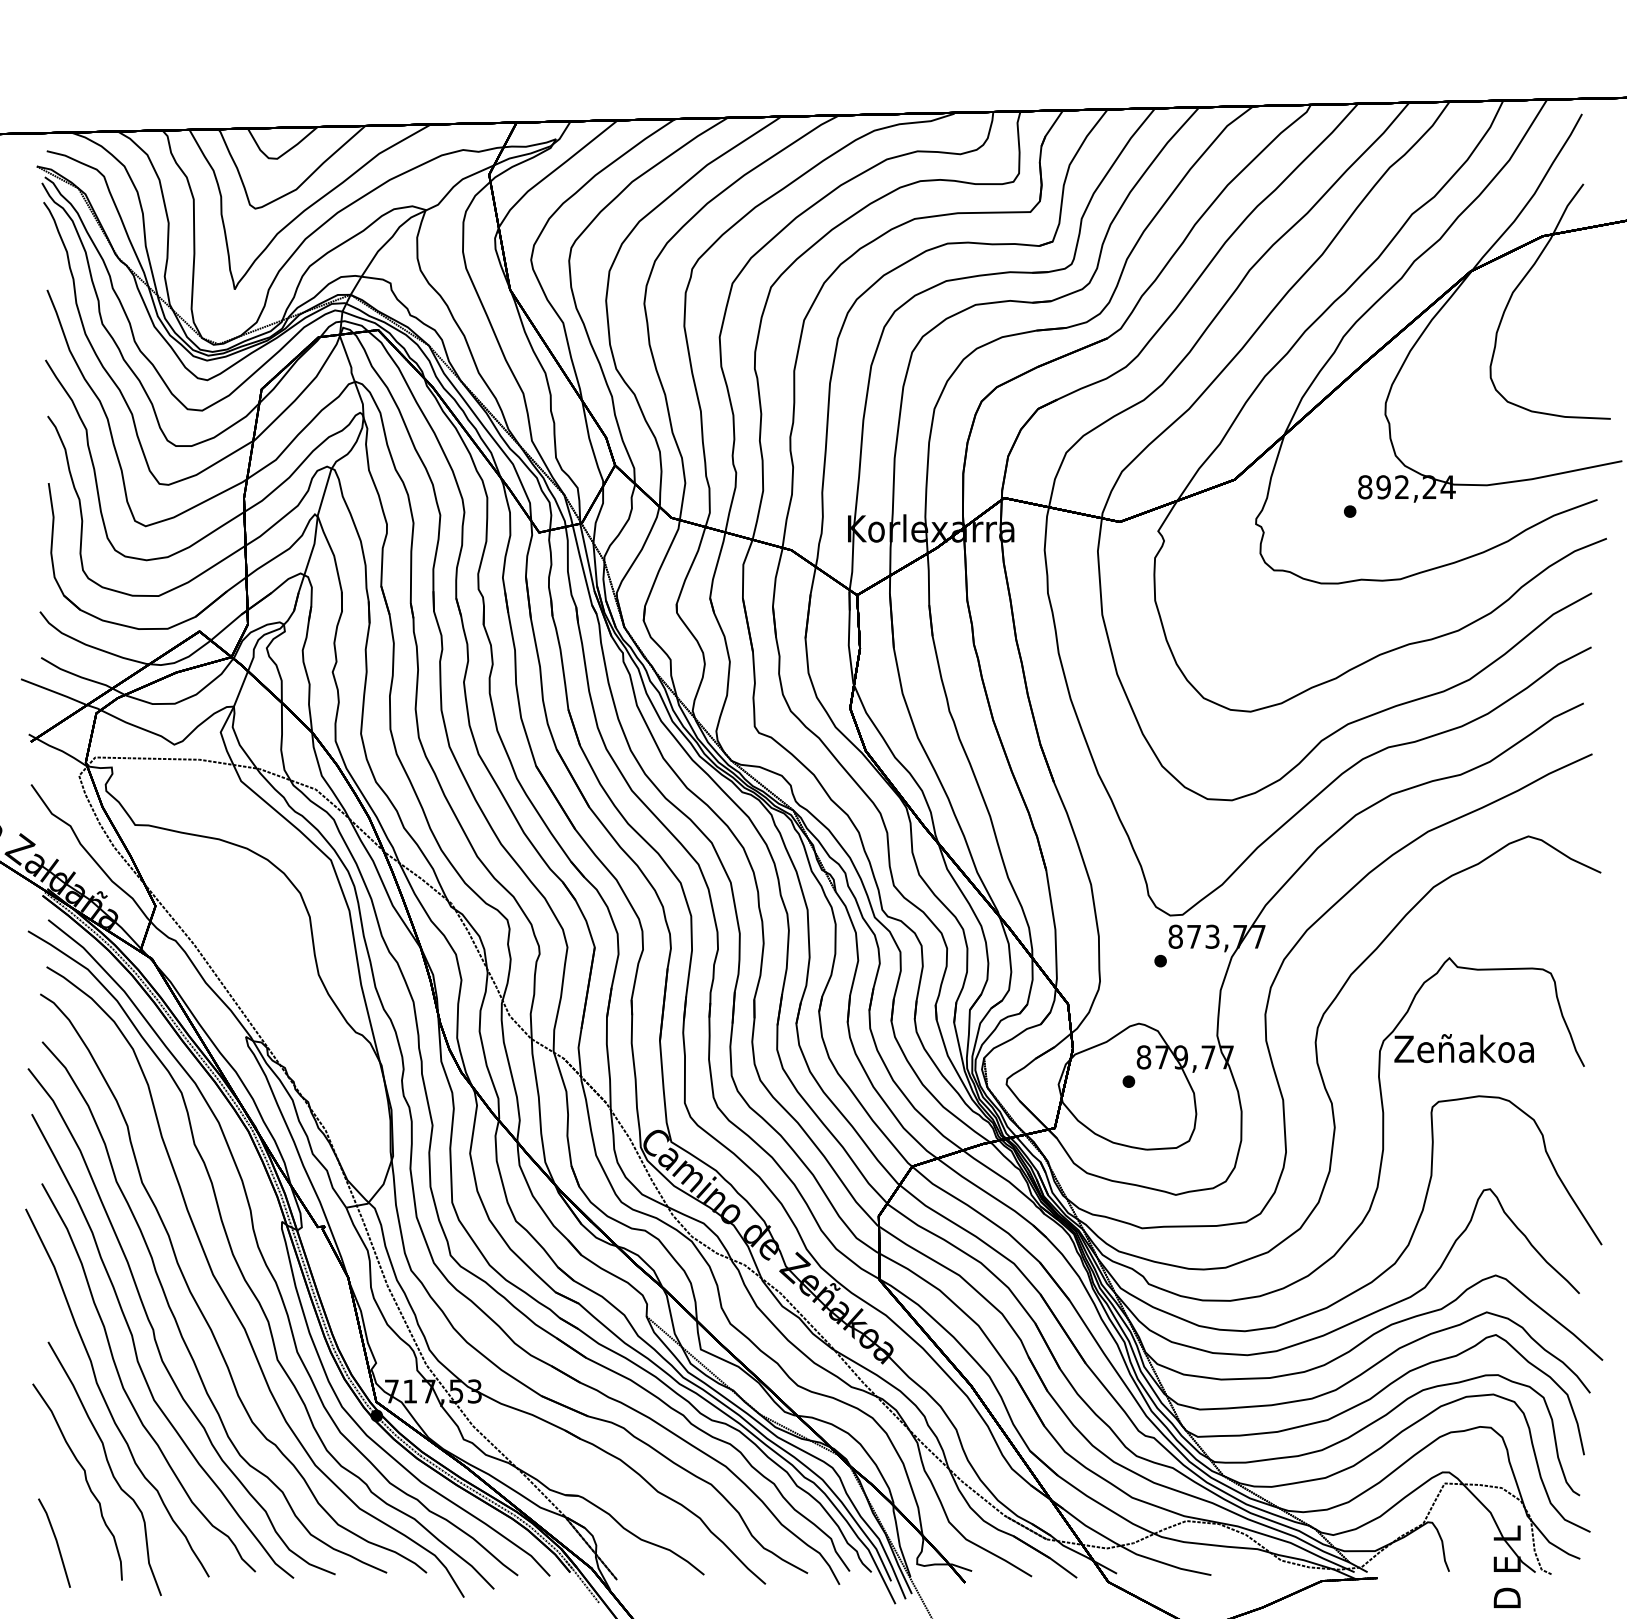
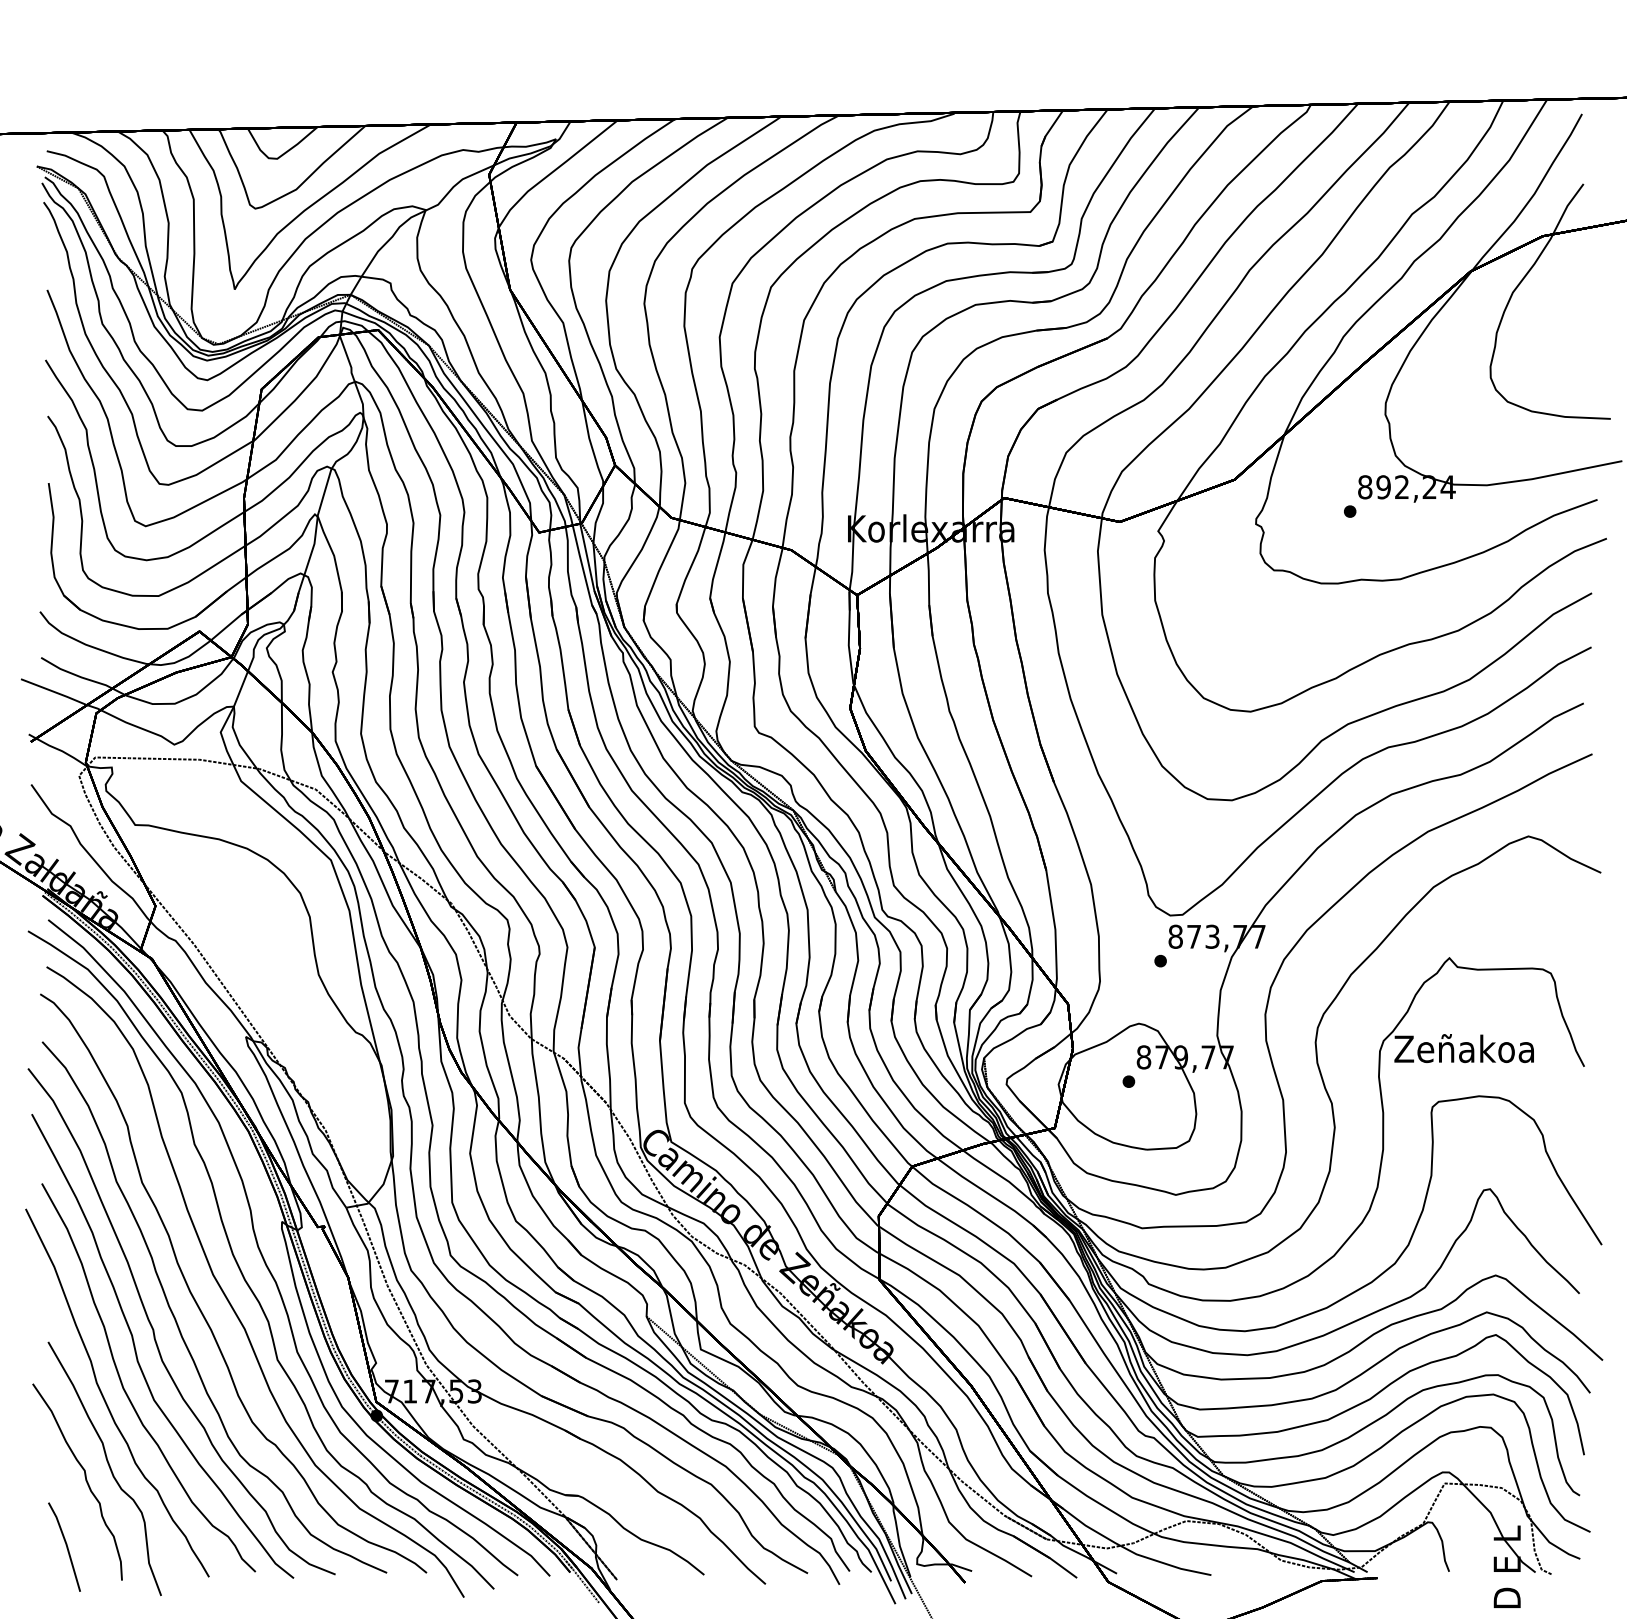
line at (55, 1541) position: (55, 1541) -> (65, 1545)
